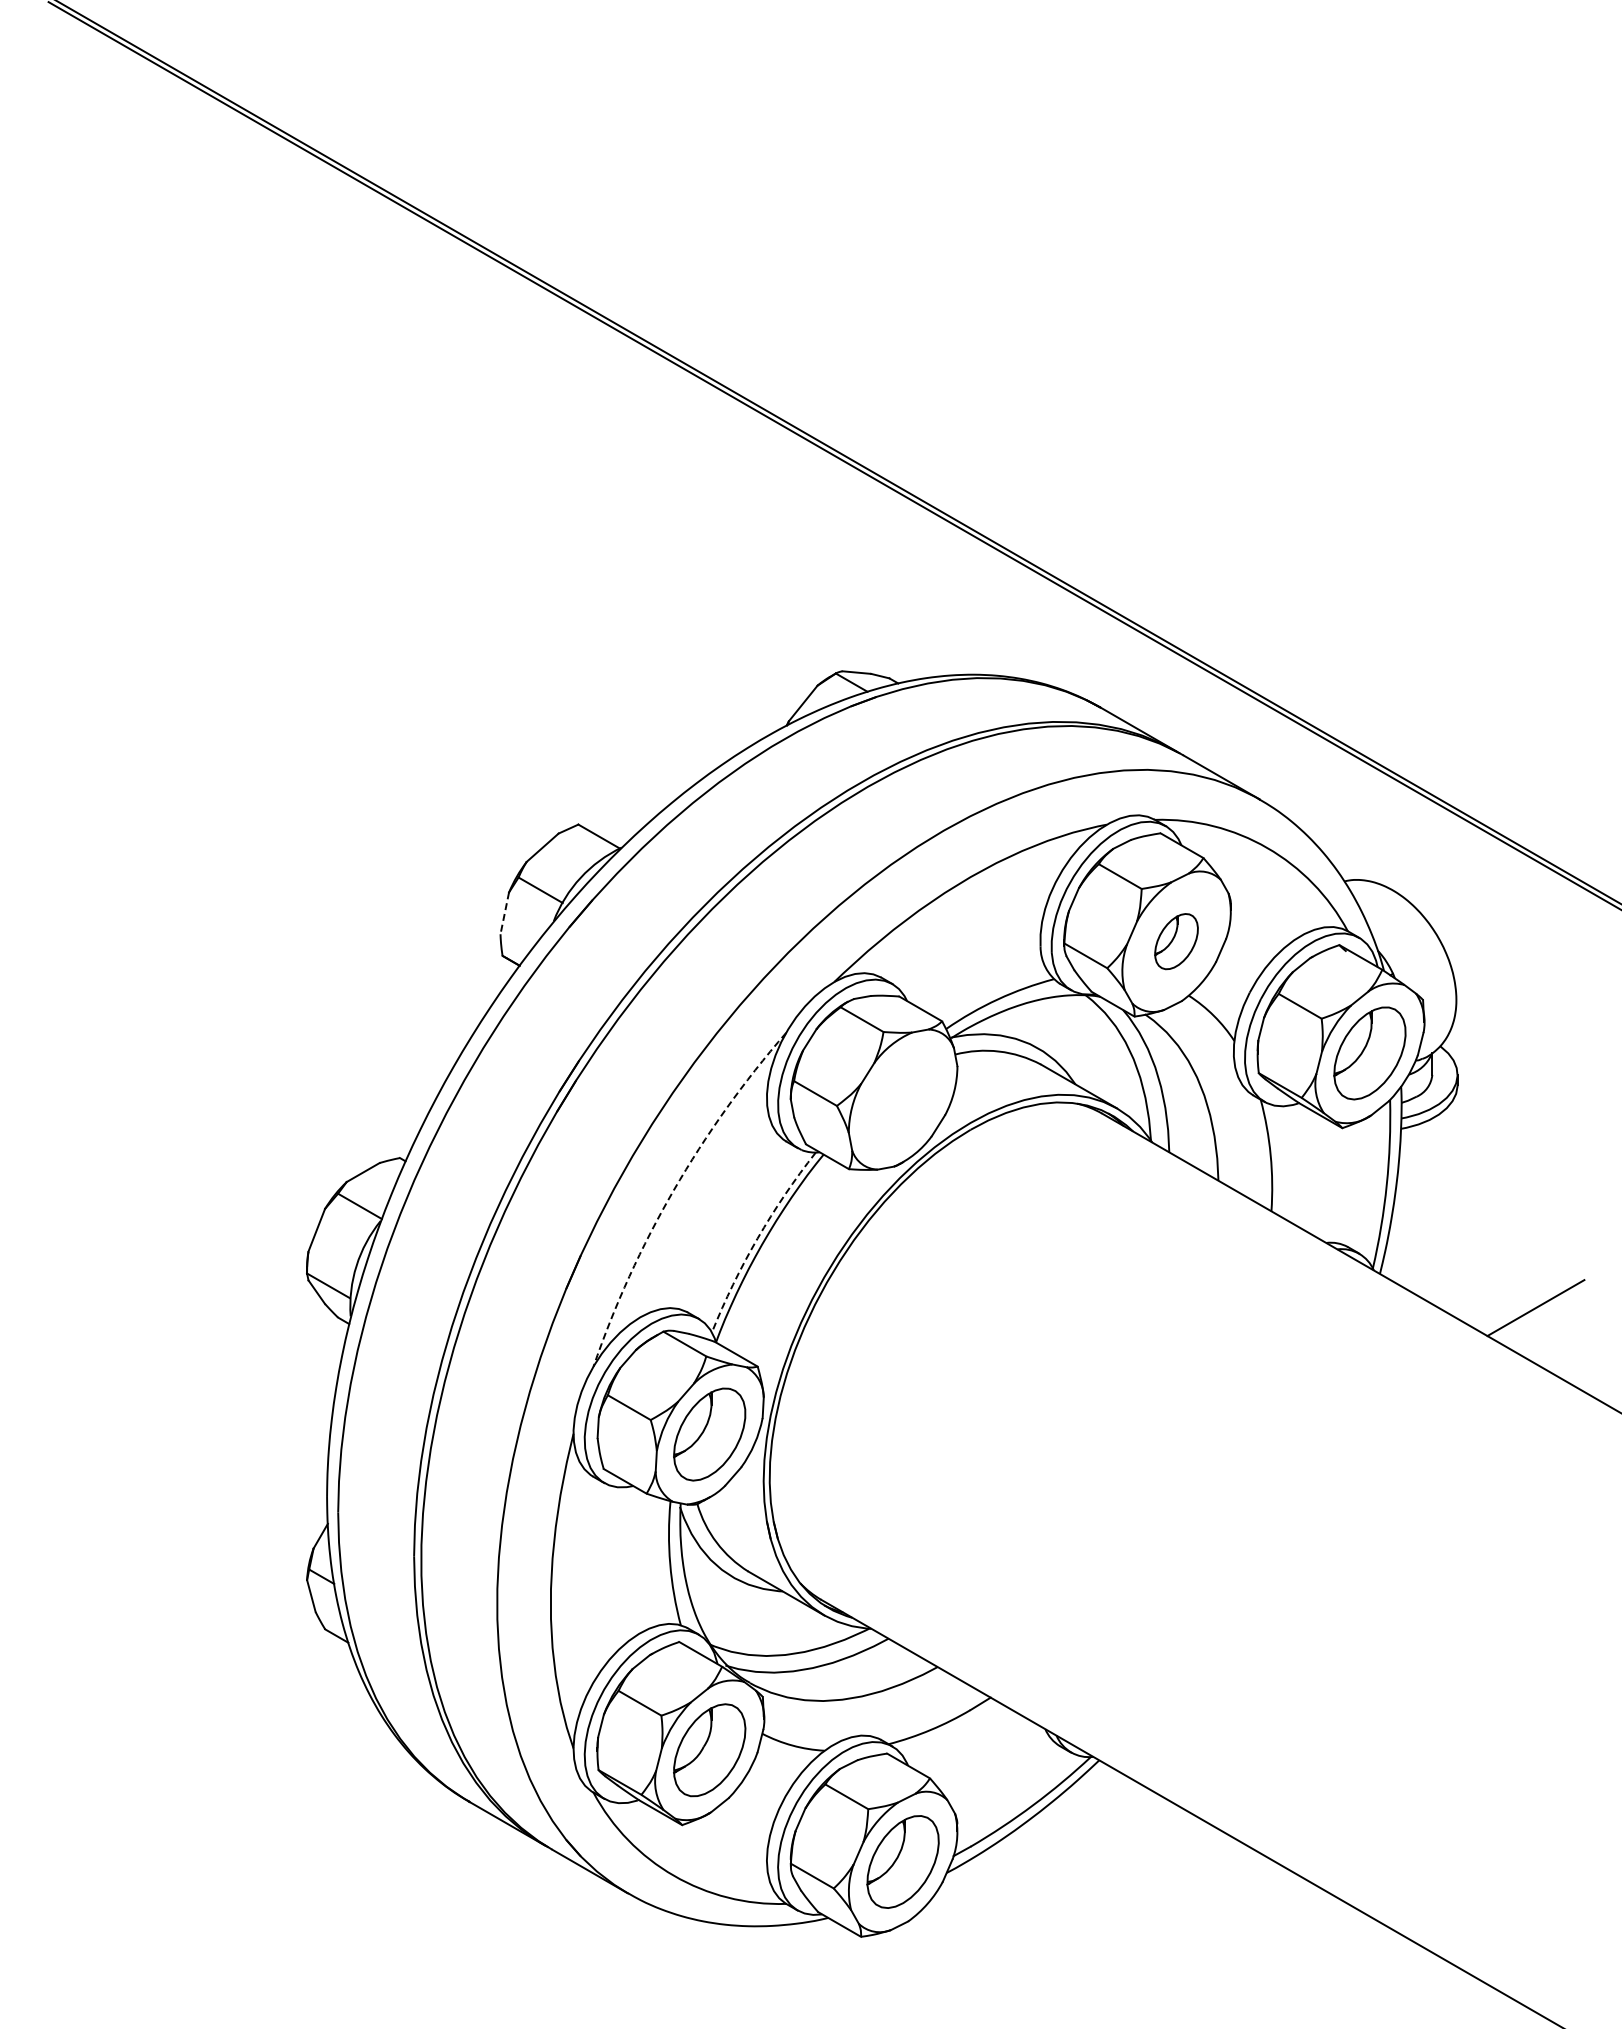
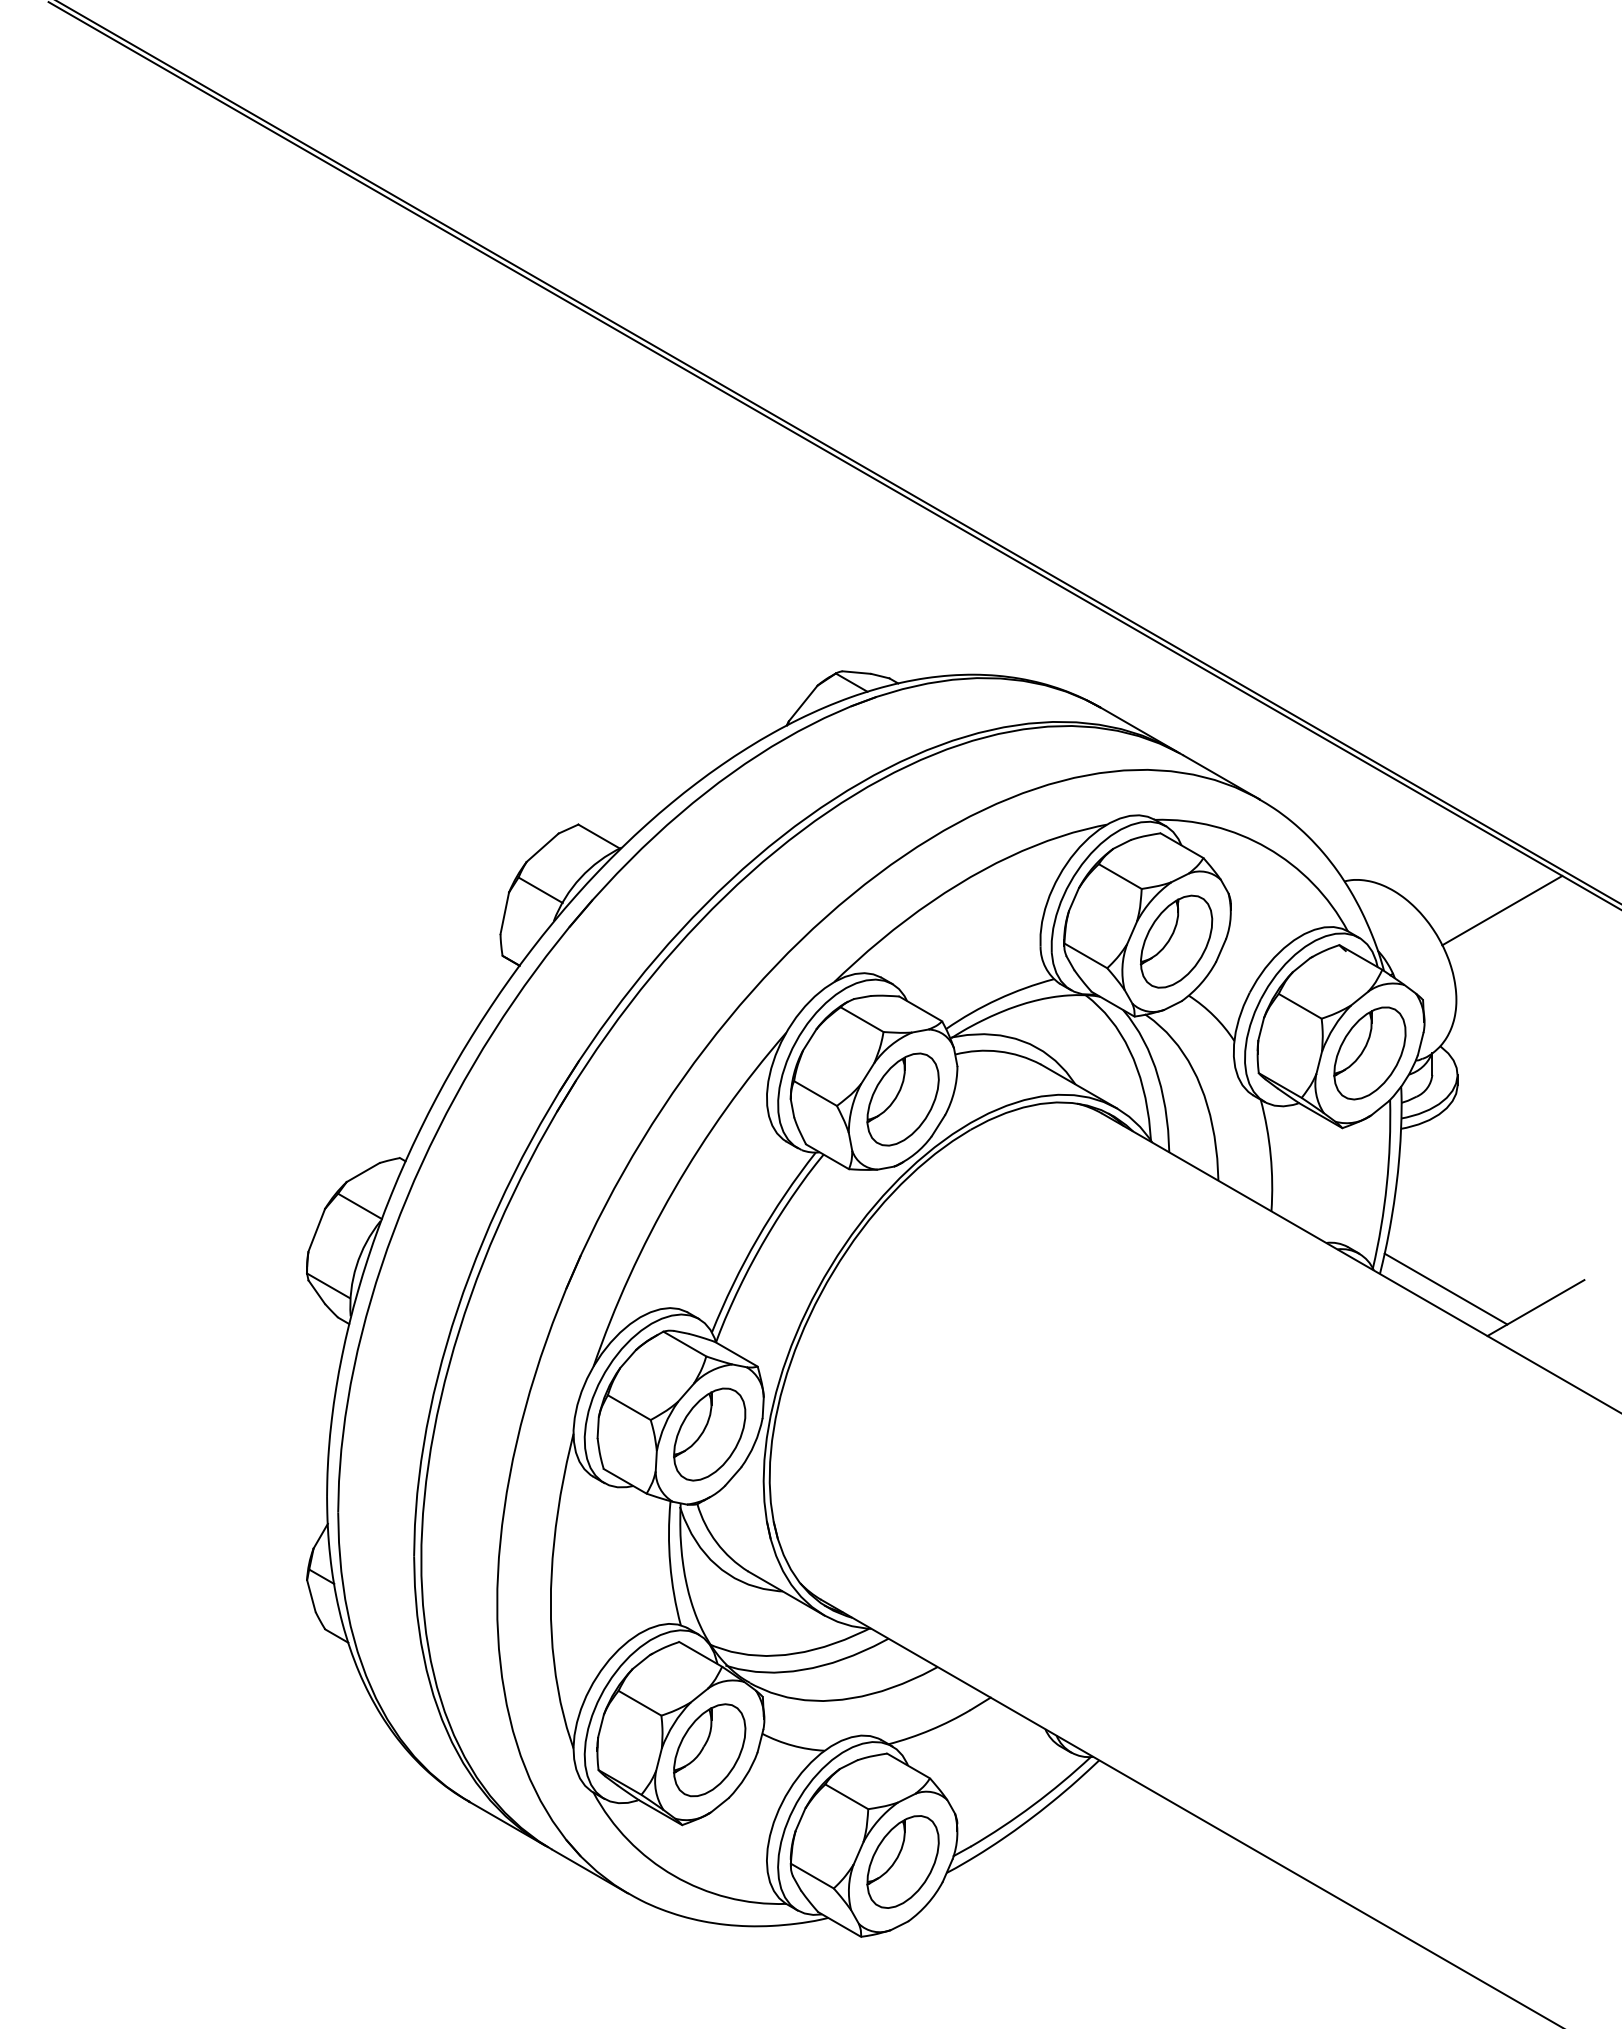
line at (1502, 910): none -> present
line at (504, 913): dashed -> solid
part at (1176, 941) size: 45x58 px -> 75x95 px
part at (902, 1099): none -> present
arc at (673, 1190): dashed -> solid
arc at (757, 1238): dashed -> solid
line at (1445, 1288): none -> present
